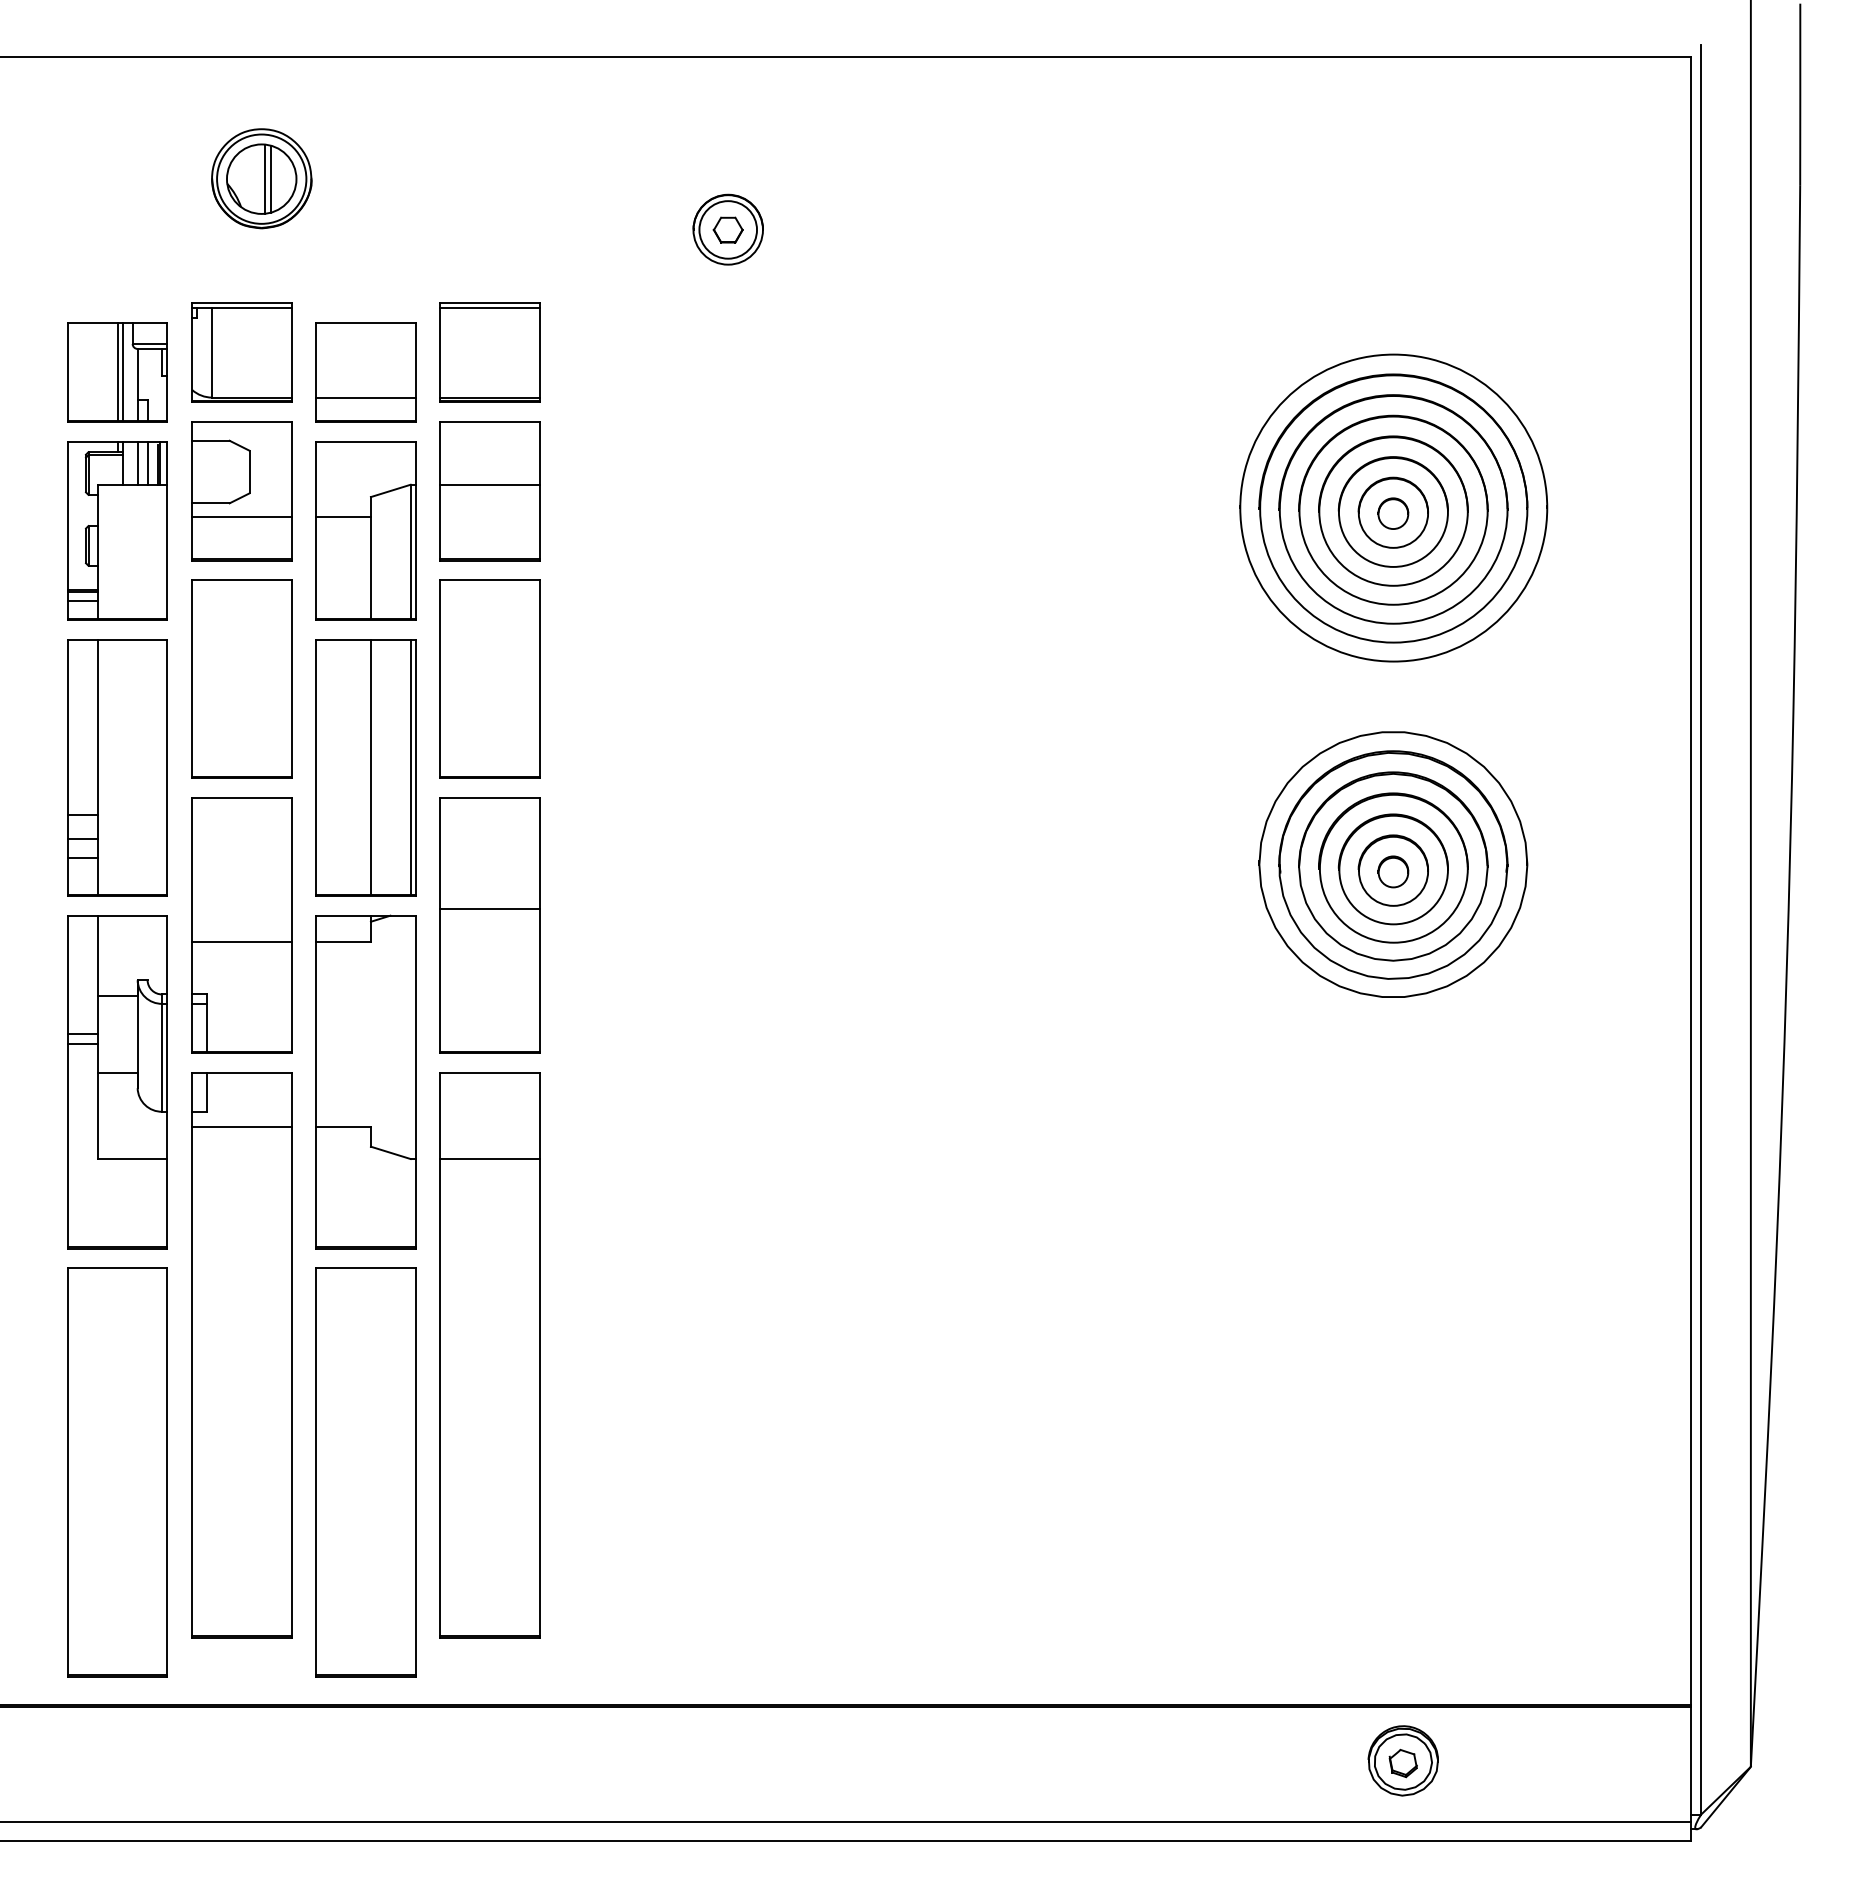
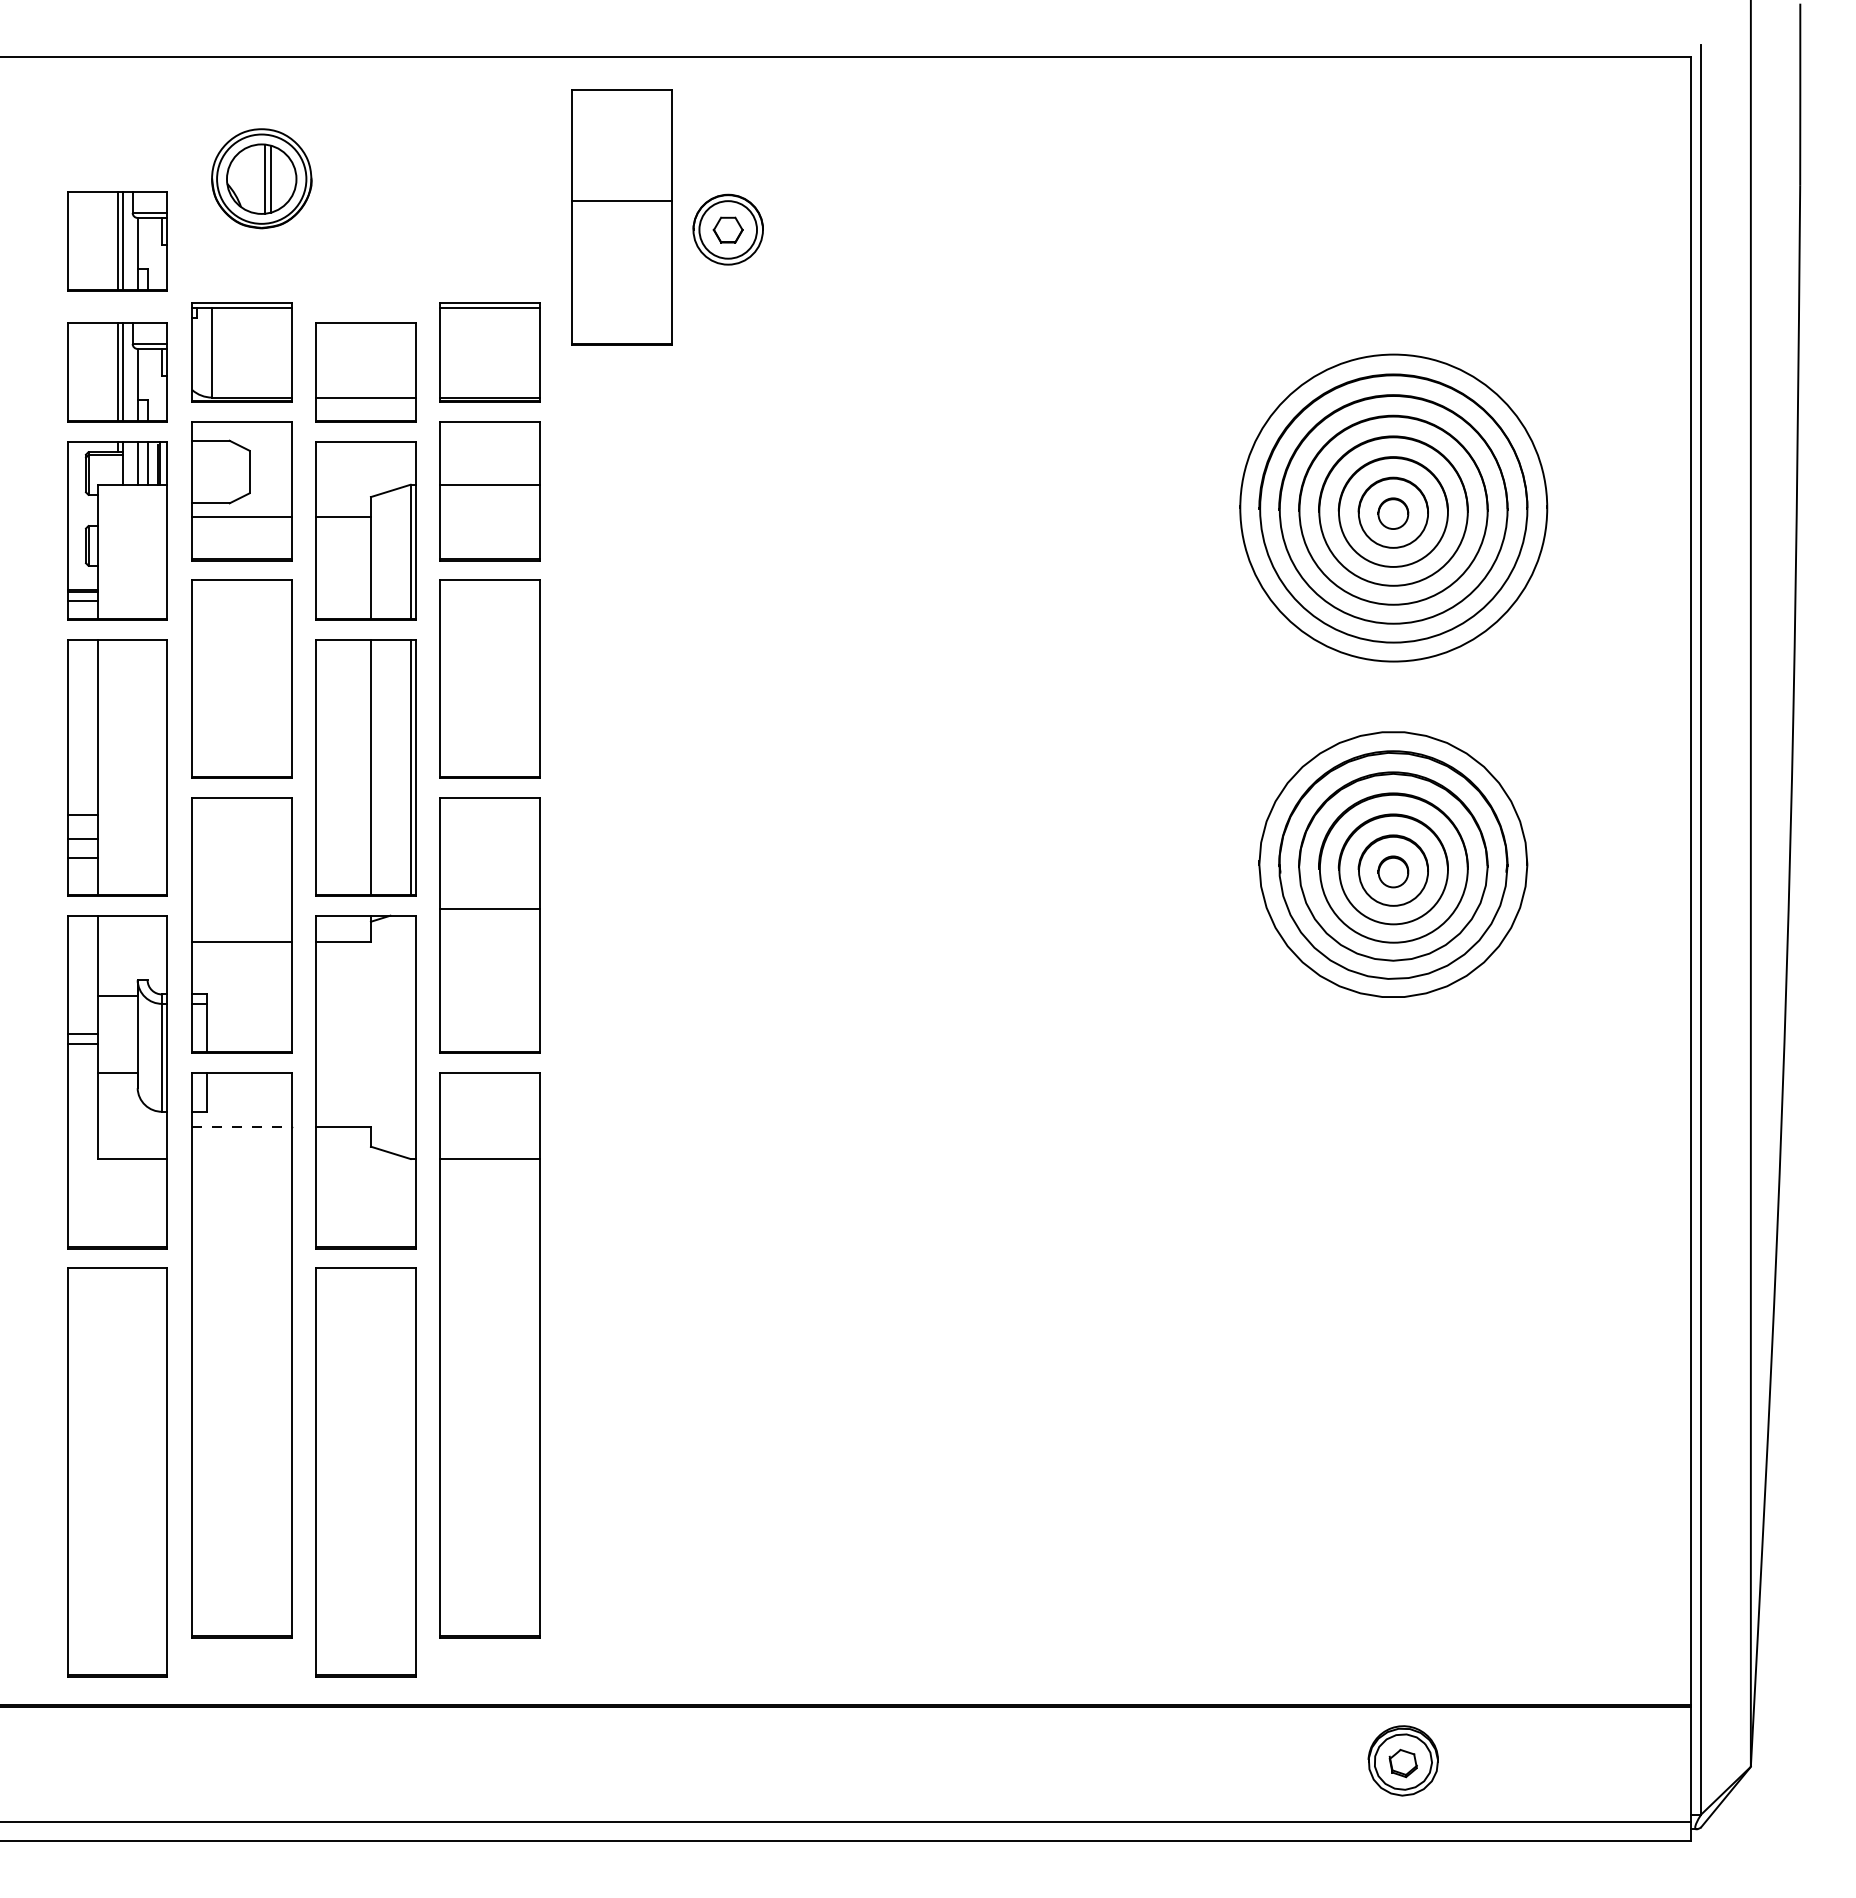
part at (621, 217): none -> present
part at (117, 241): none -> present
line at (241, 1126): solid -> dashed
